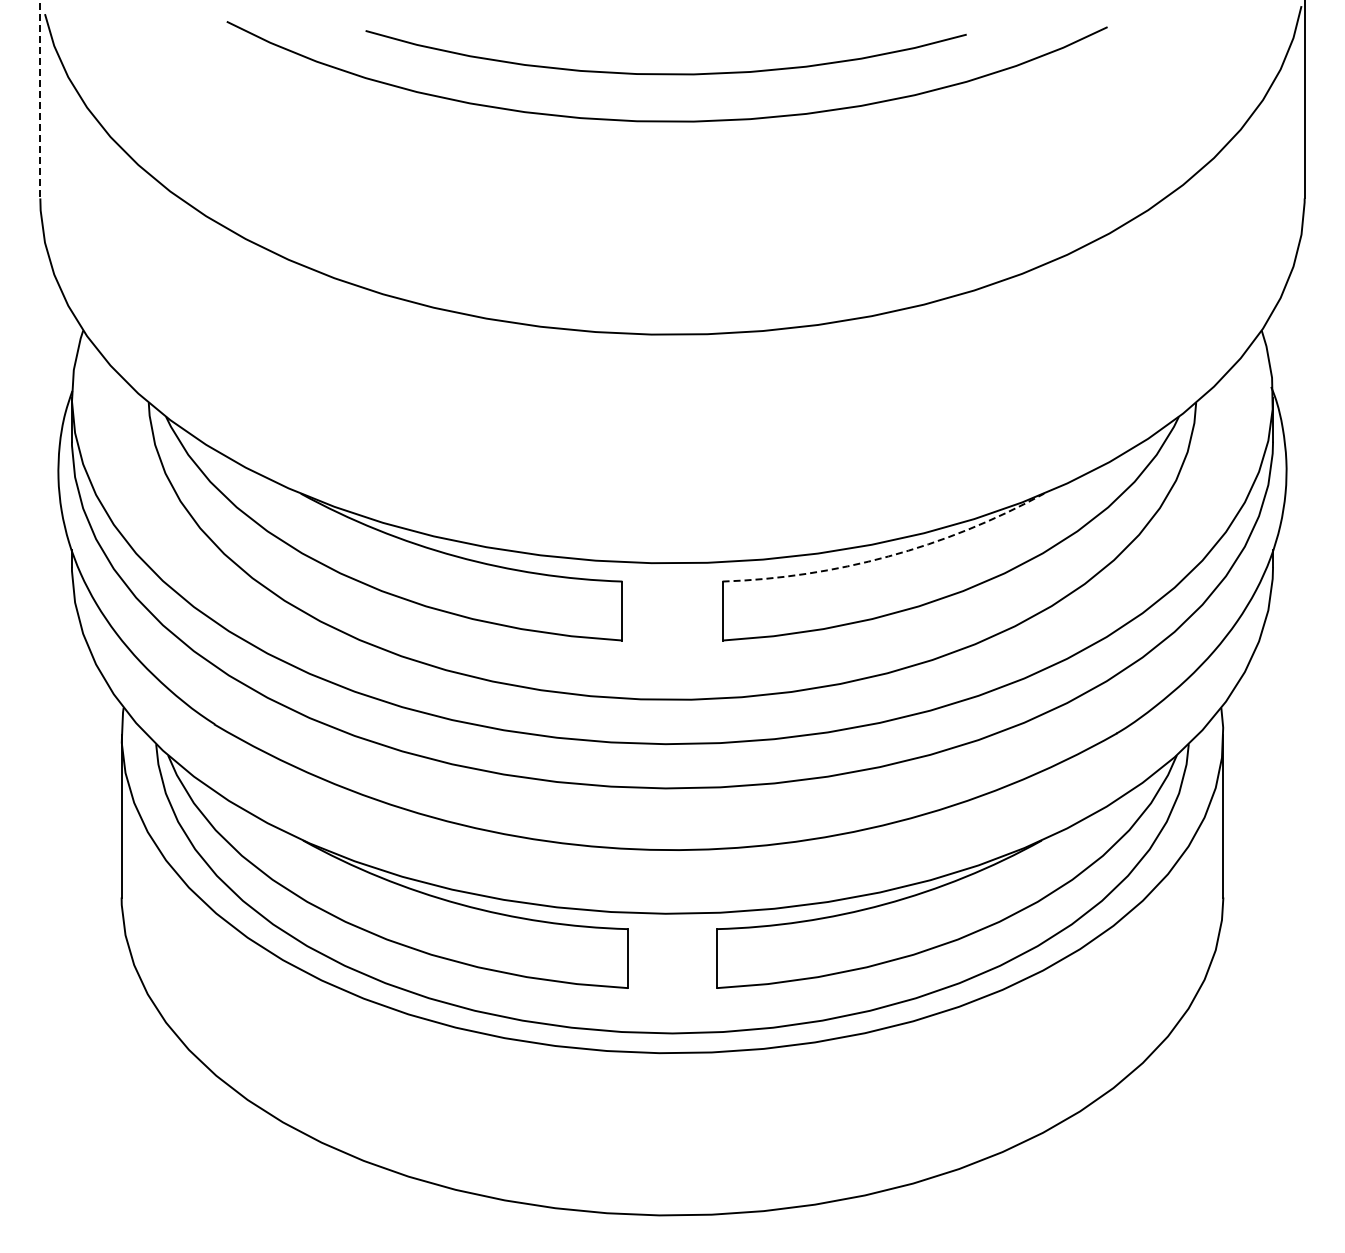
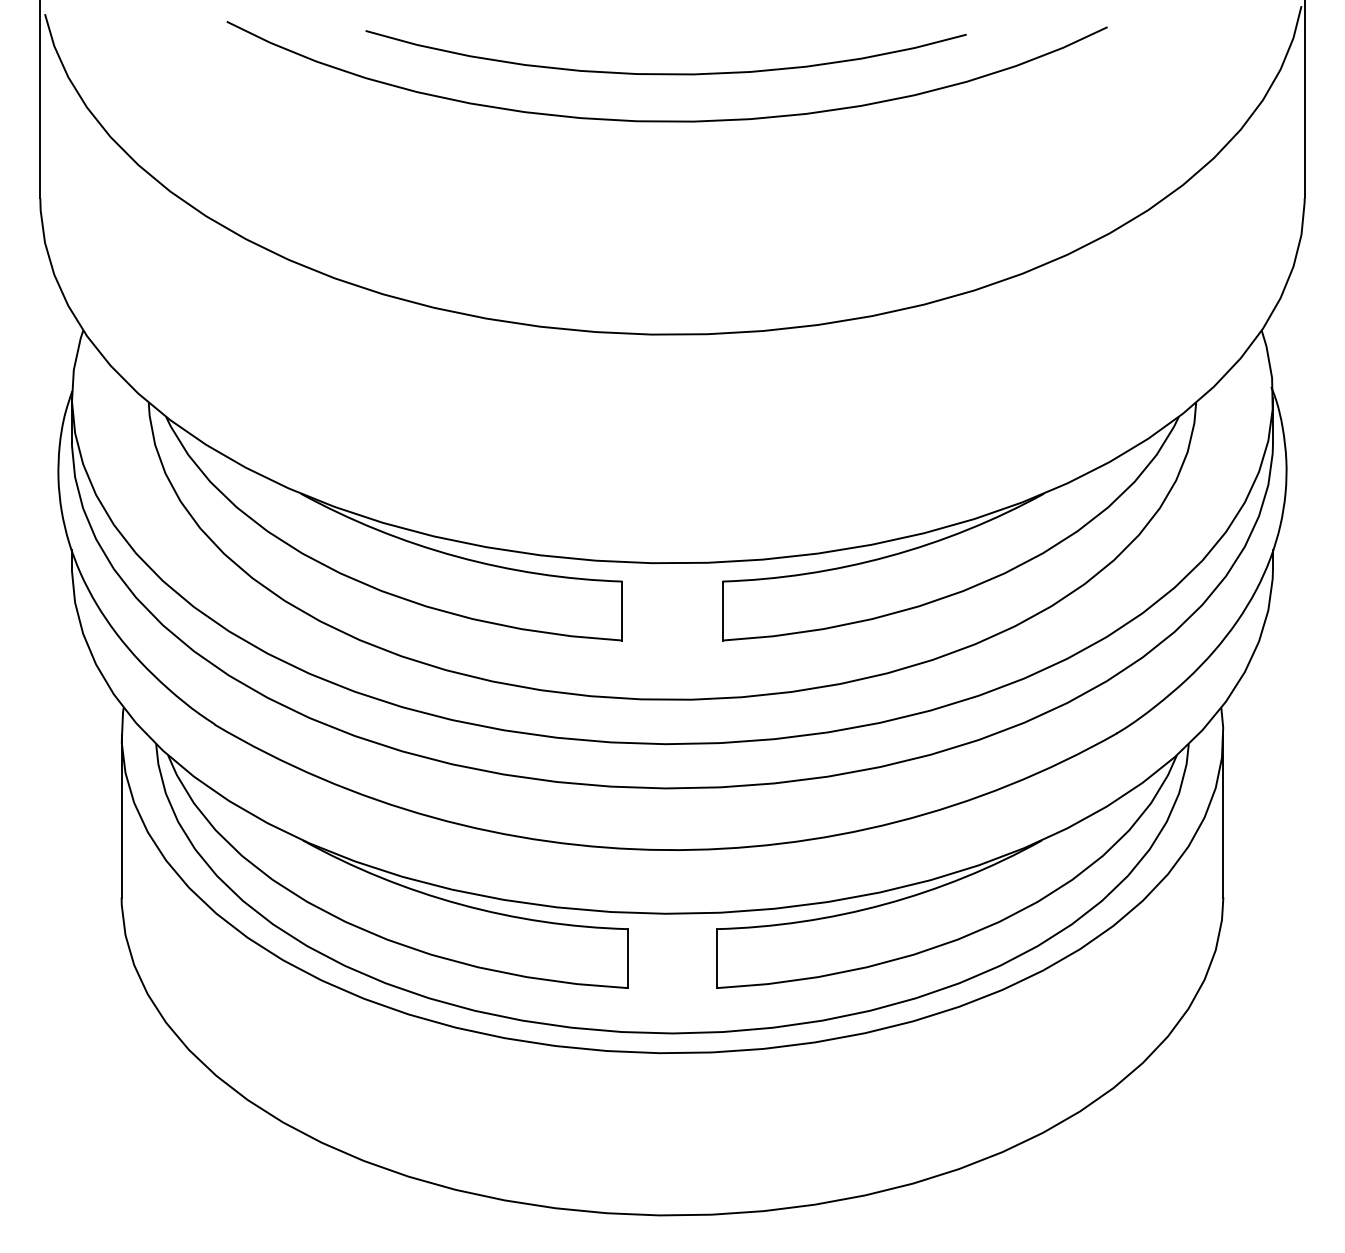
line at (40, 99): dashed -> solid
arc at (888, 556): dashed -> solid
